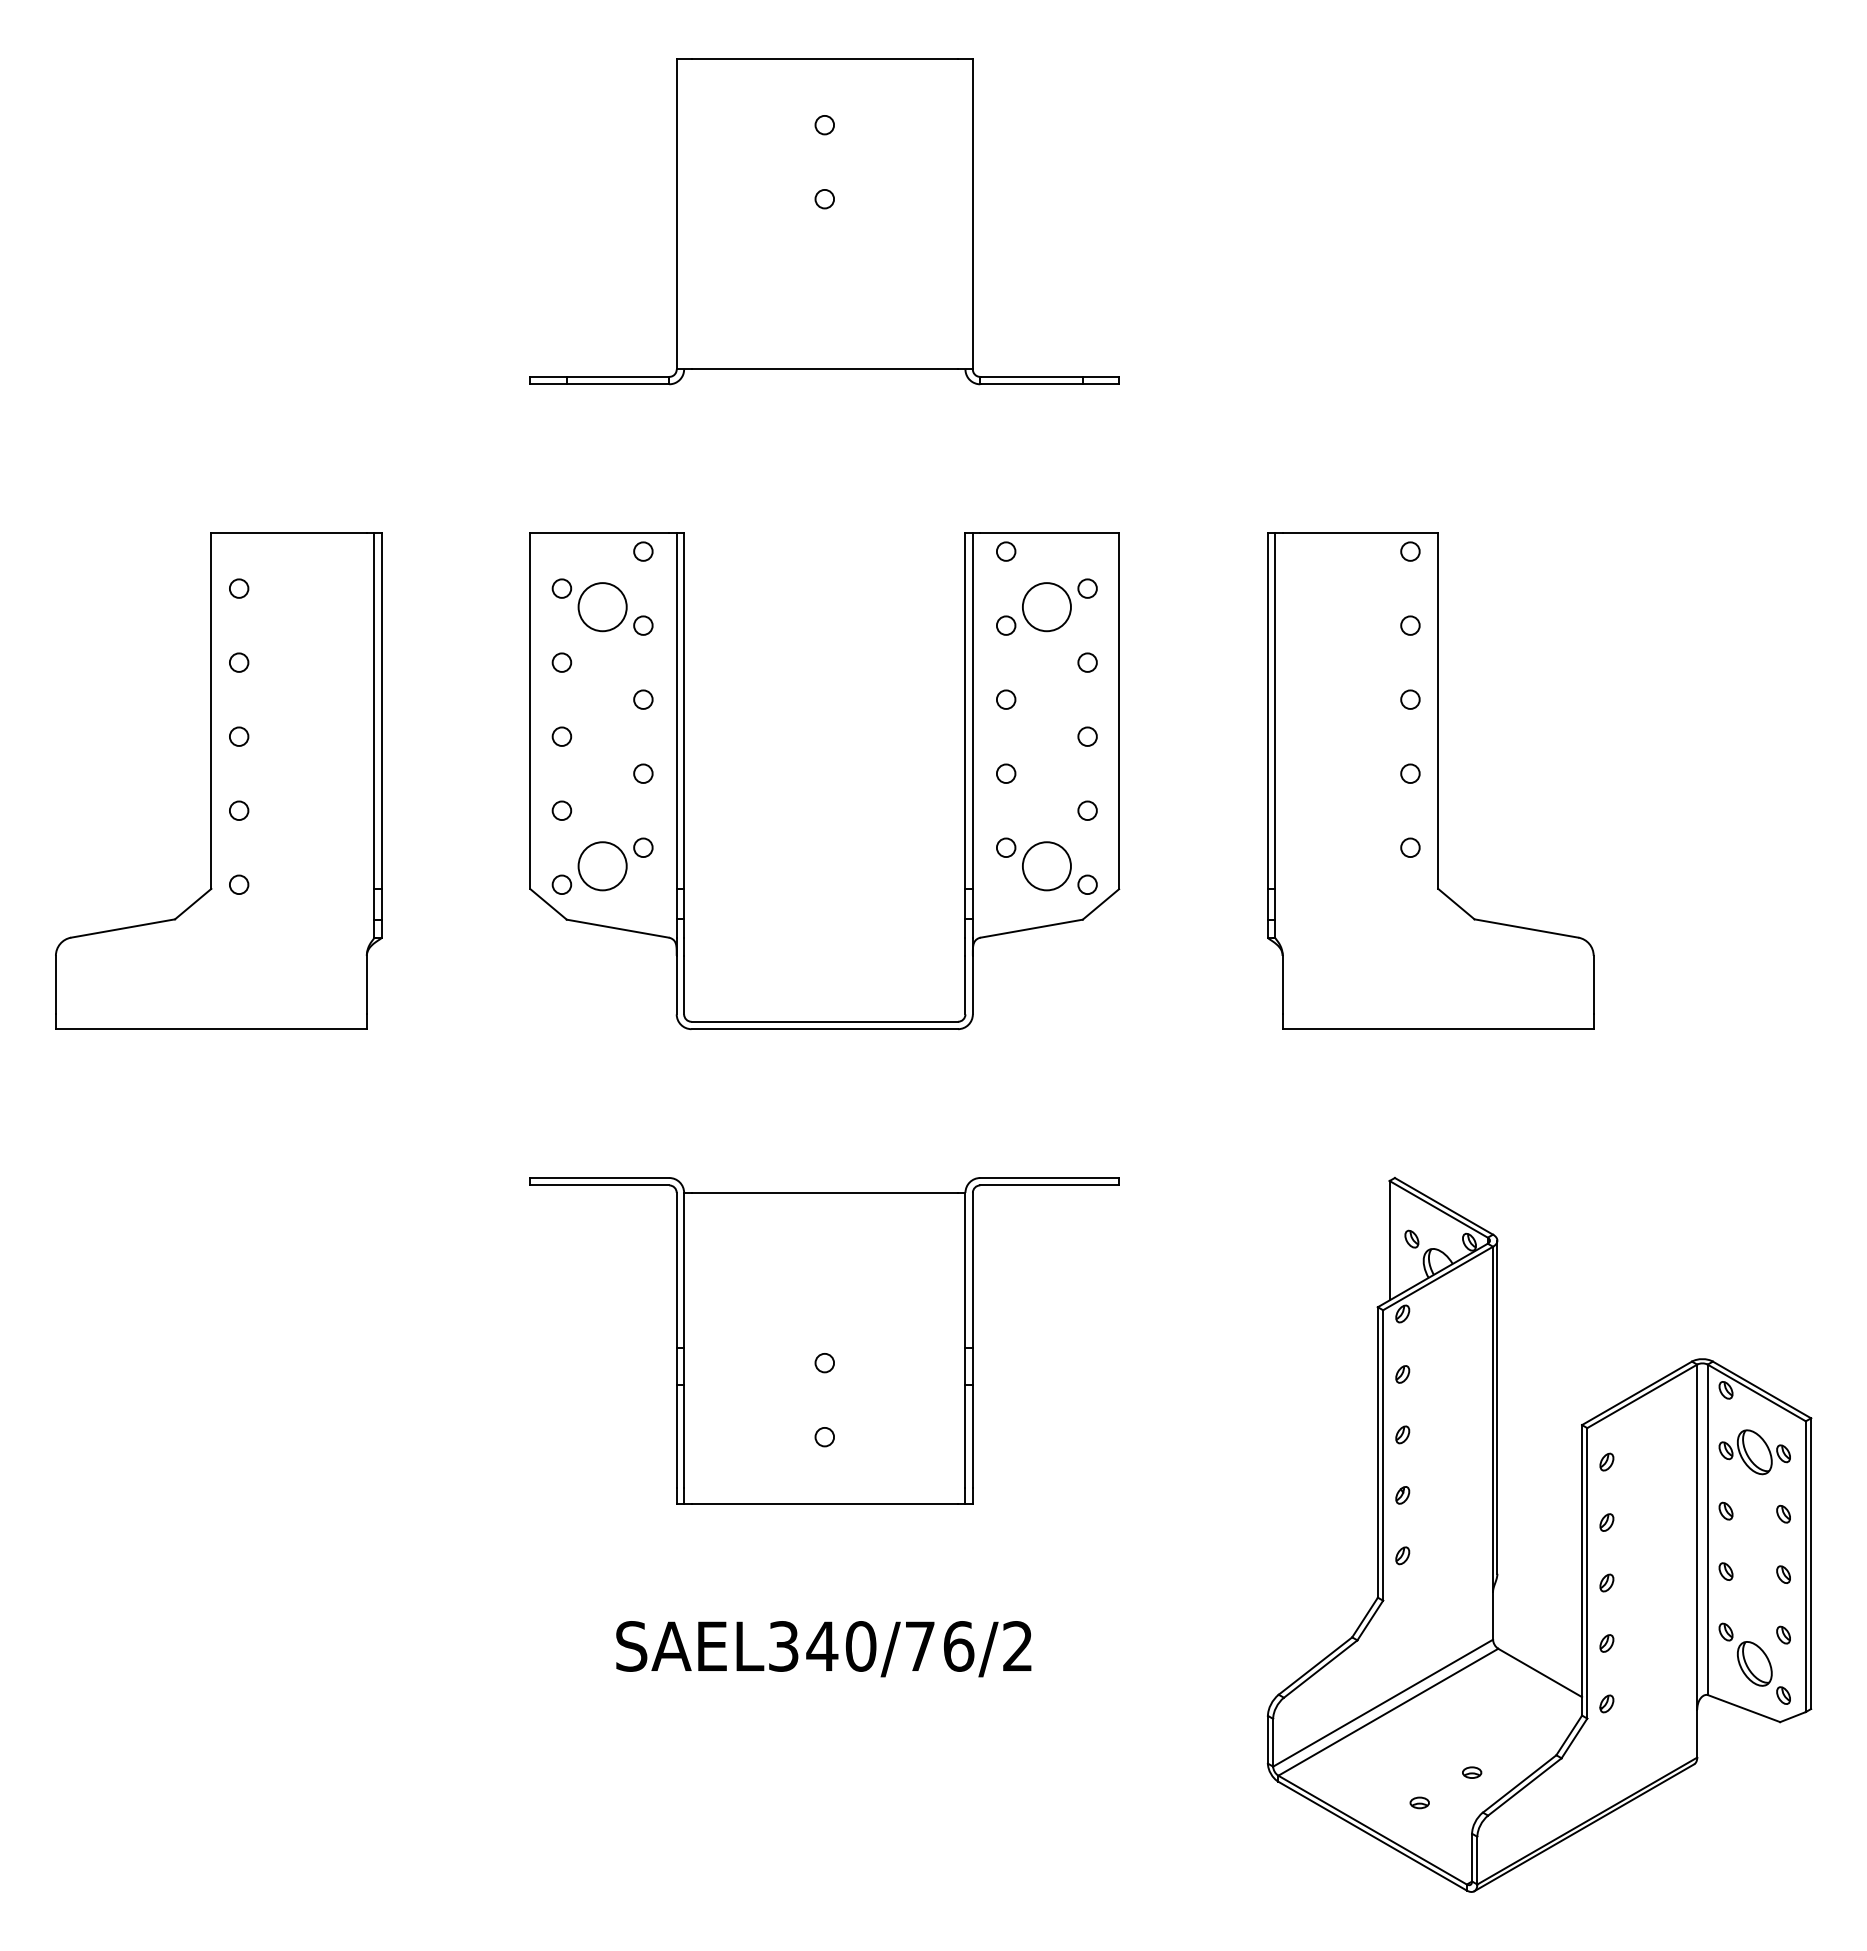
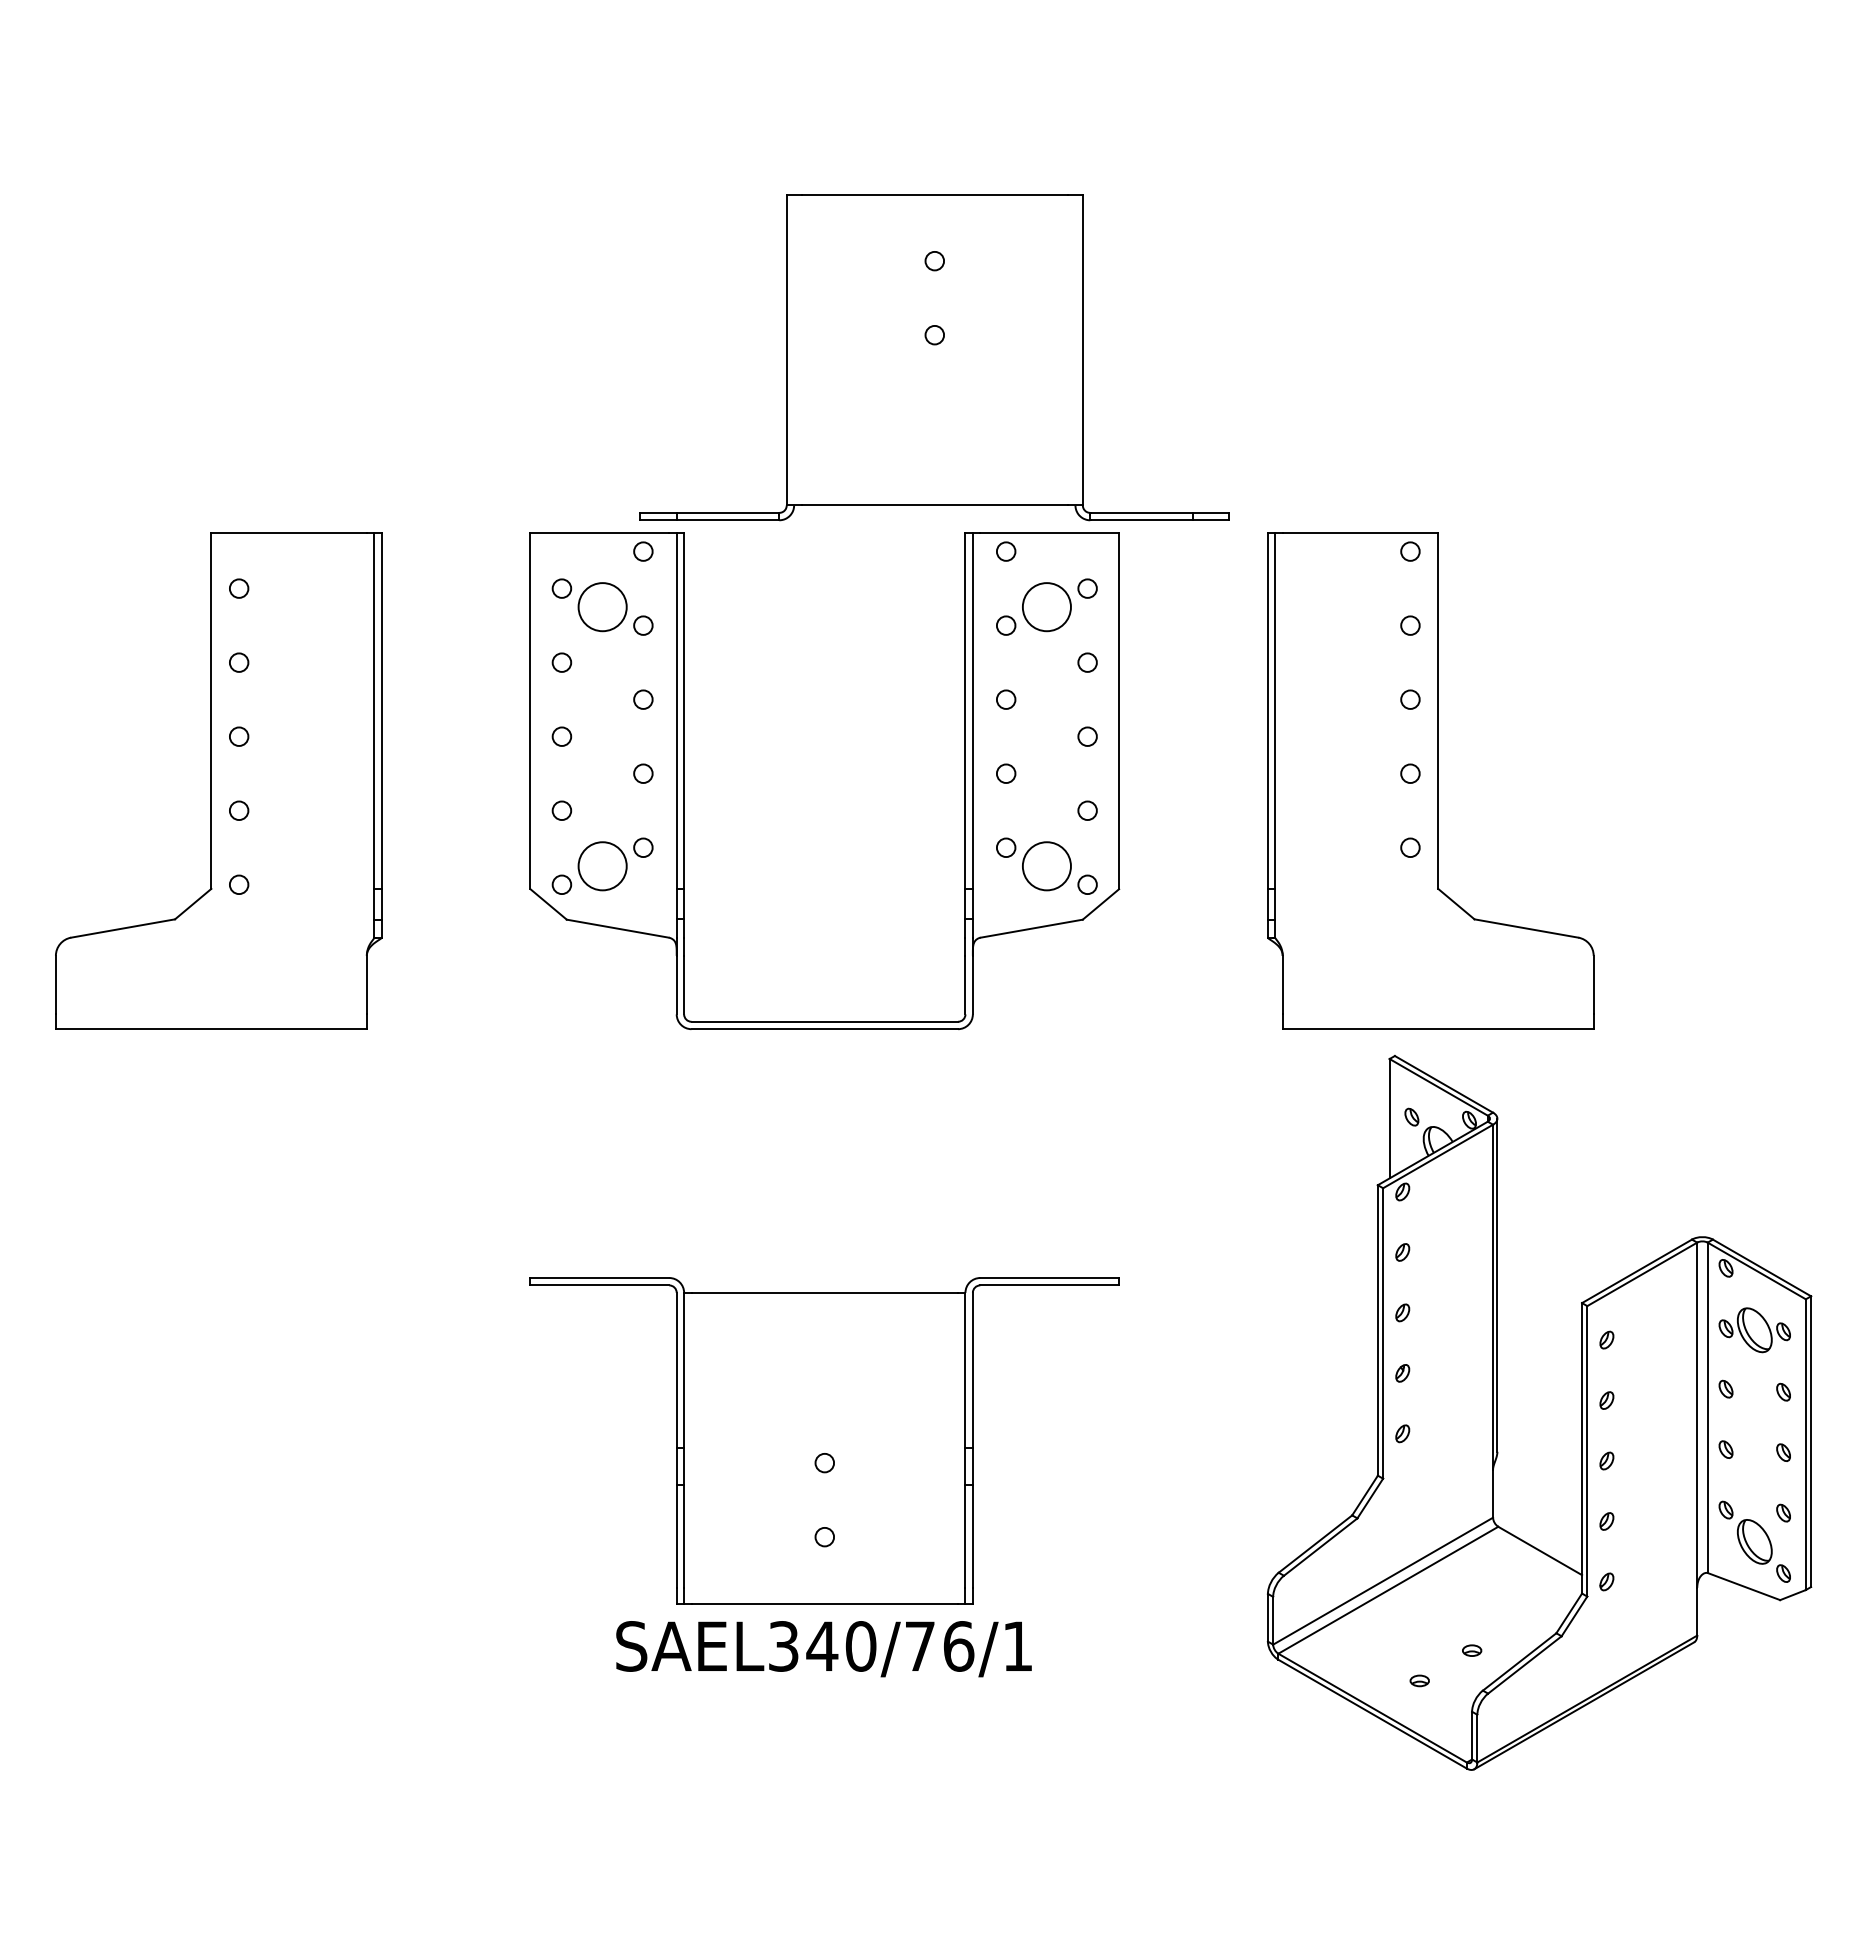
part at (824, 221) position: (824, 221) -> (934, 357)
part at (824, 1340) position: (824, 1340) -> (824, 1440)
part at (1497, 1534) position: (1497, 1534) -> (1497, 1412)
text at (1017, 1645): SAEL340/76/2 -> SAEL340/76/1
